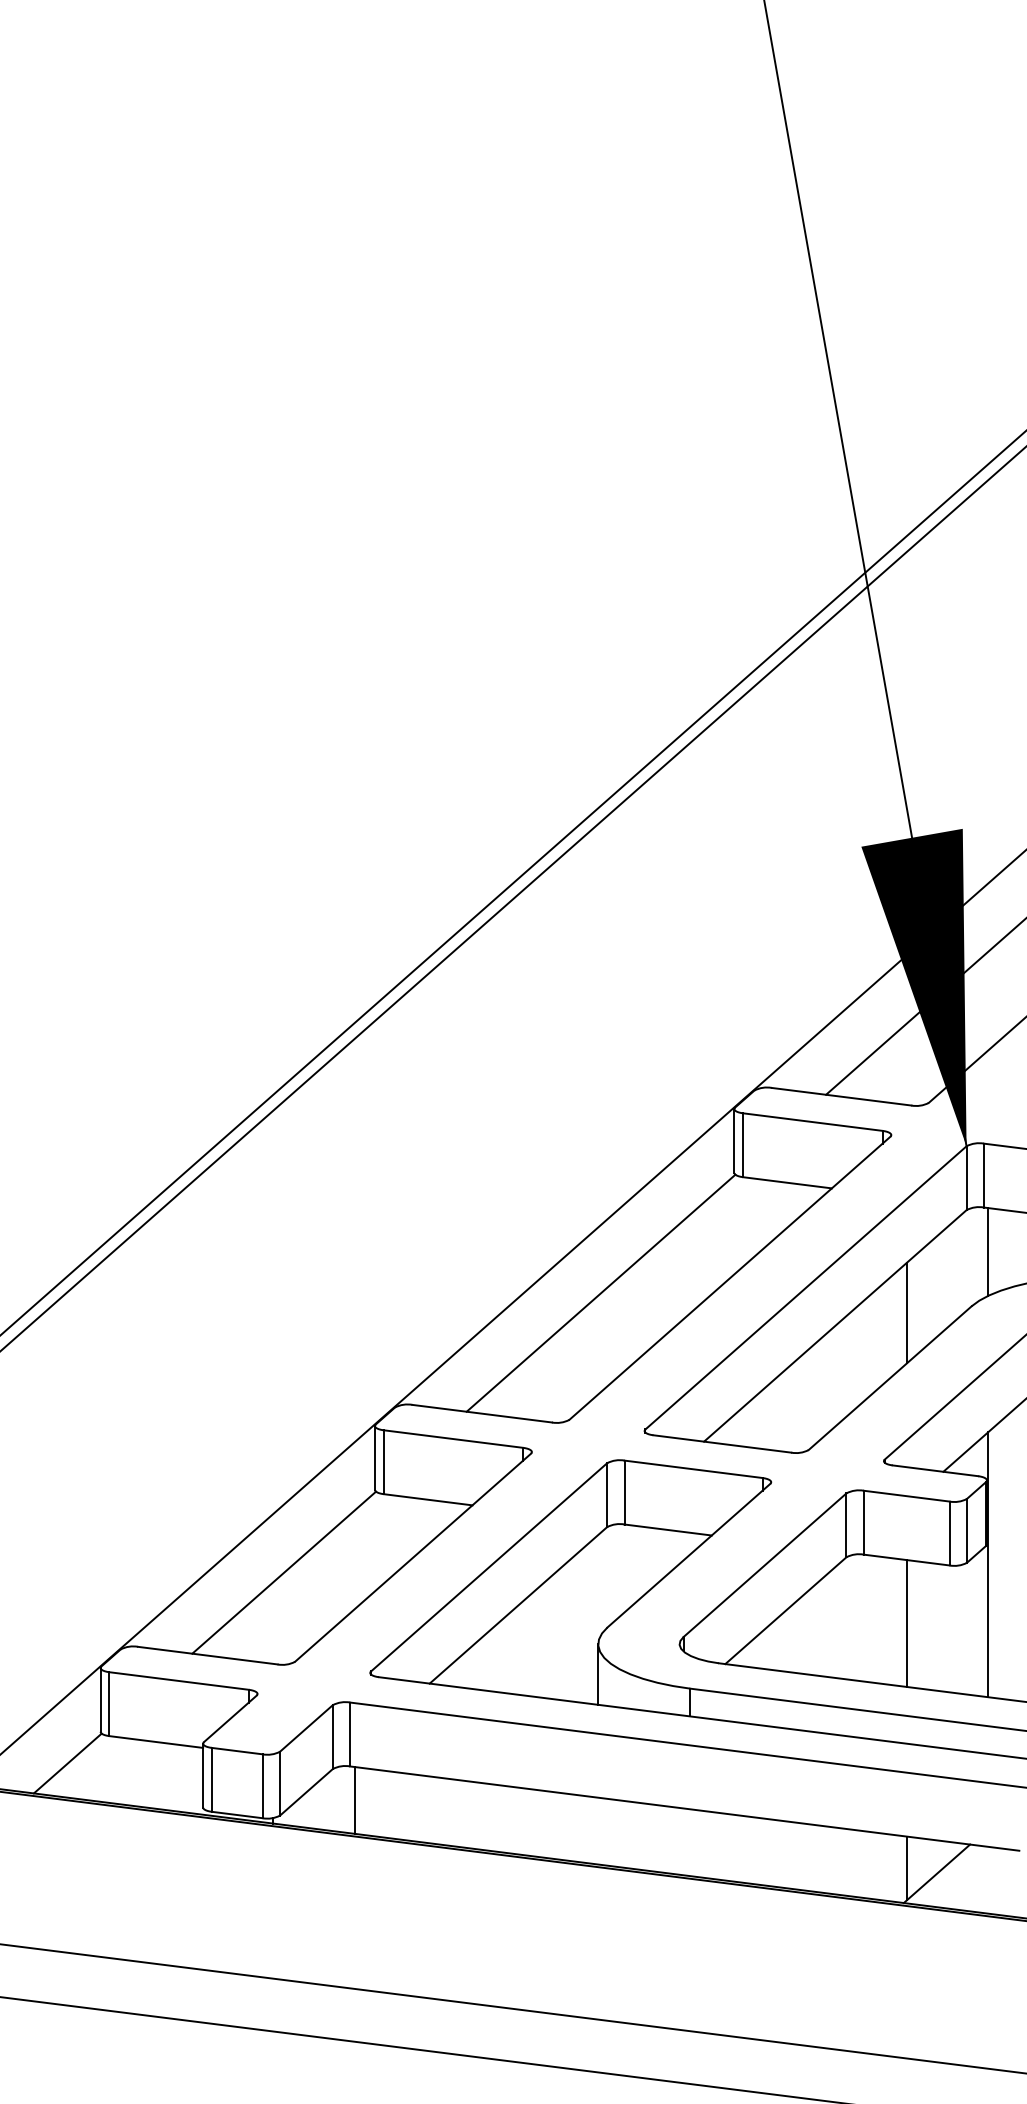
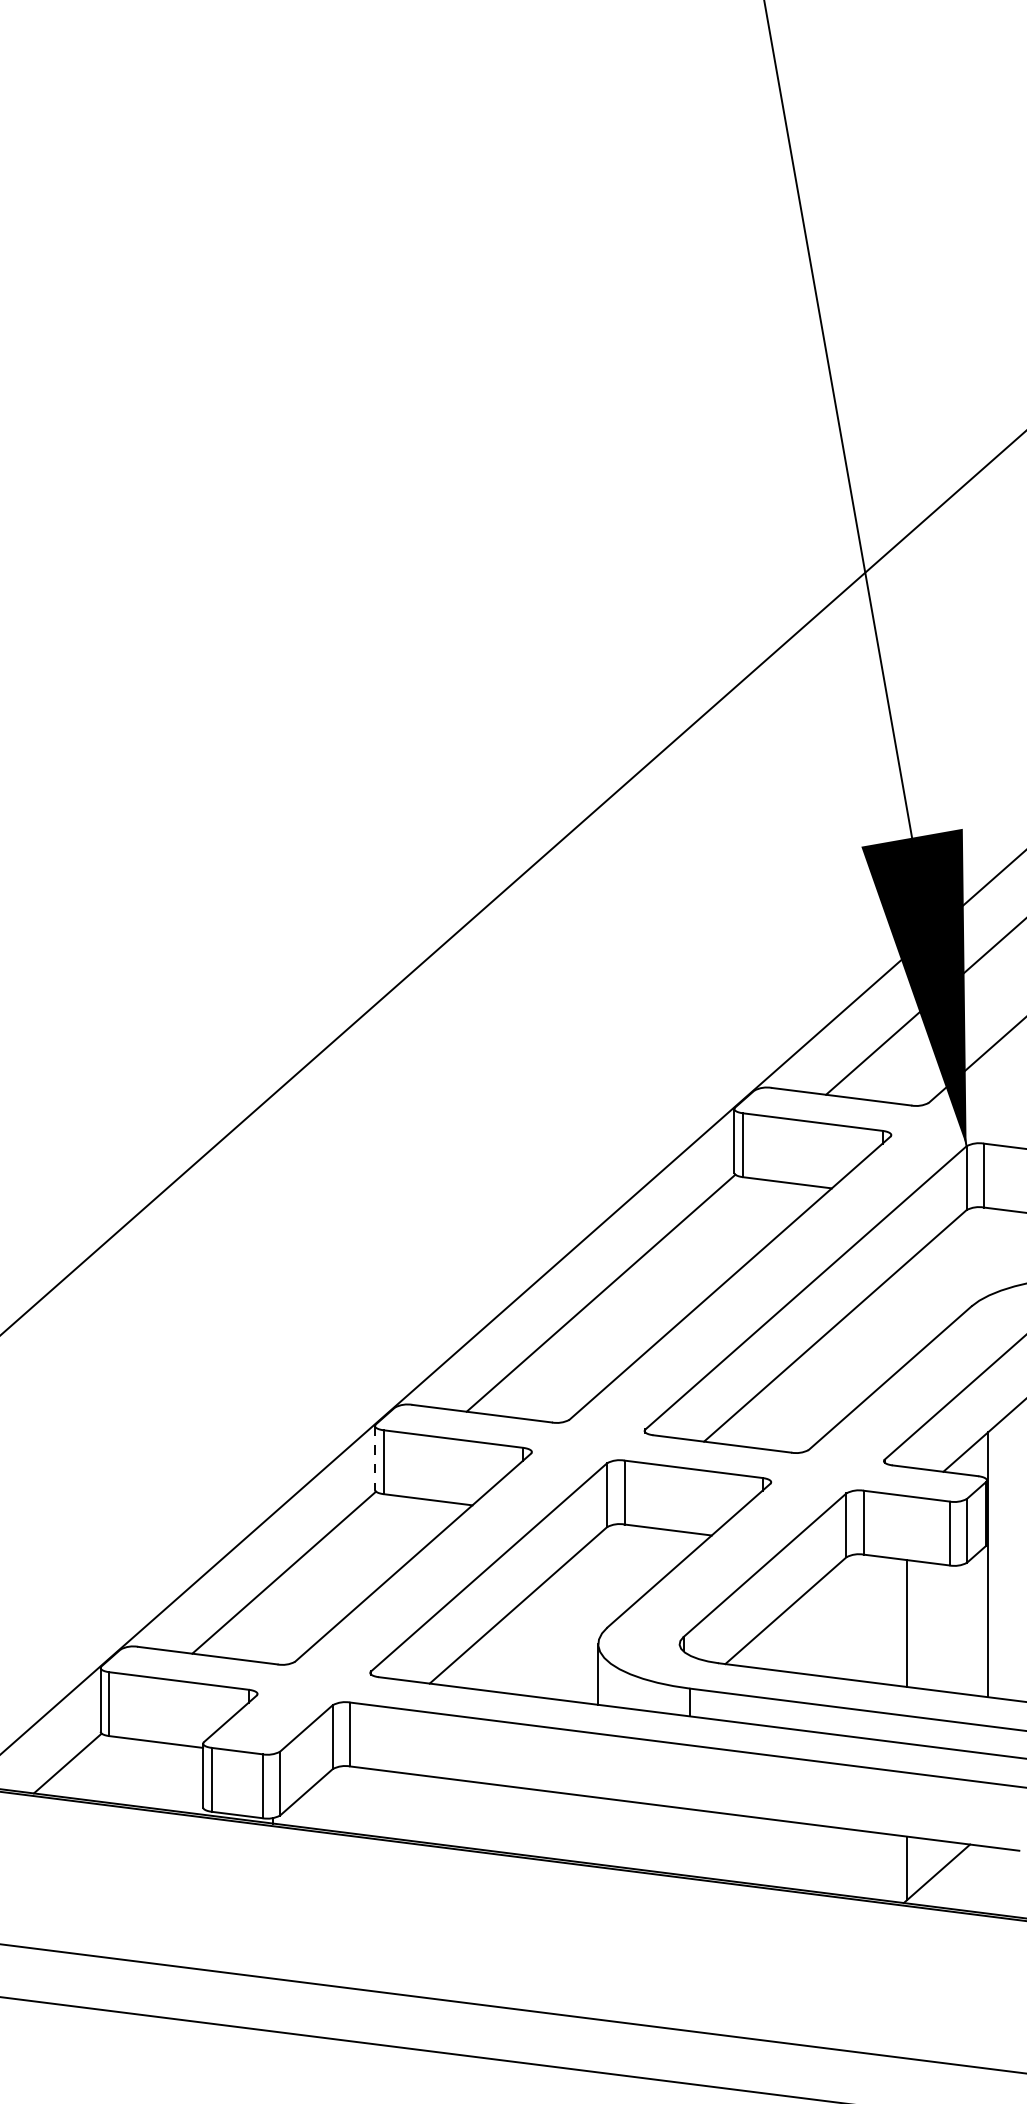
line at (512, 899): present -> none
line at (988, 1251): present -> none
line at (907, 1312): present -> none
line at (374, 1457): solid -> dashed
line at (354, 1800): present -> none
